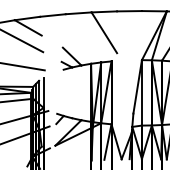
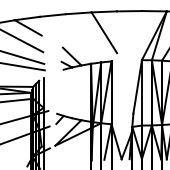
line at (23, 57): none -> present
